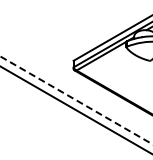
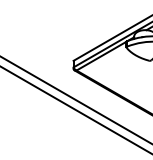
line at (76, 100): dashed -> solid
